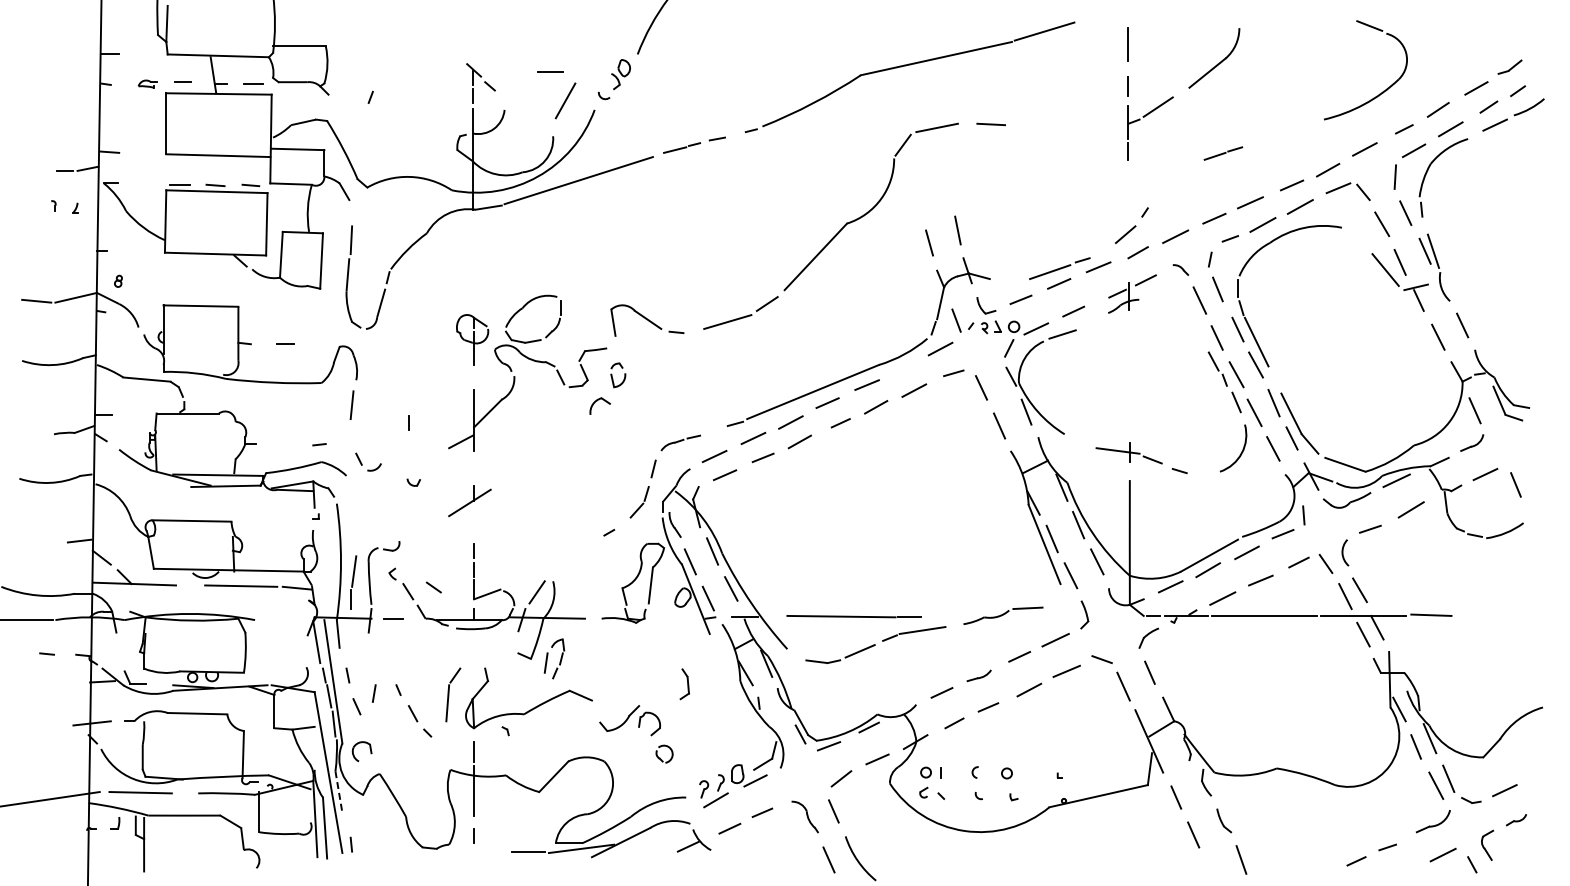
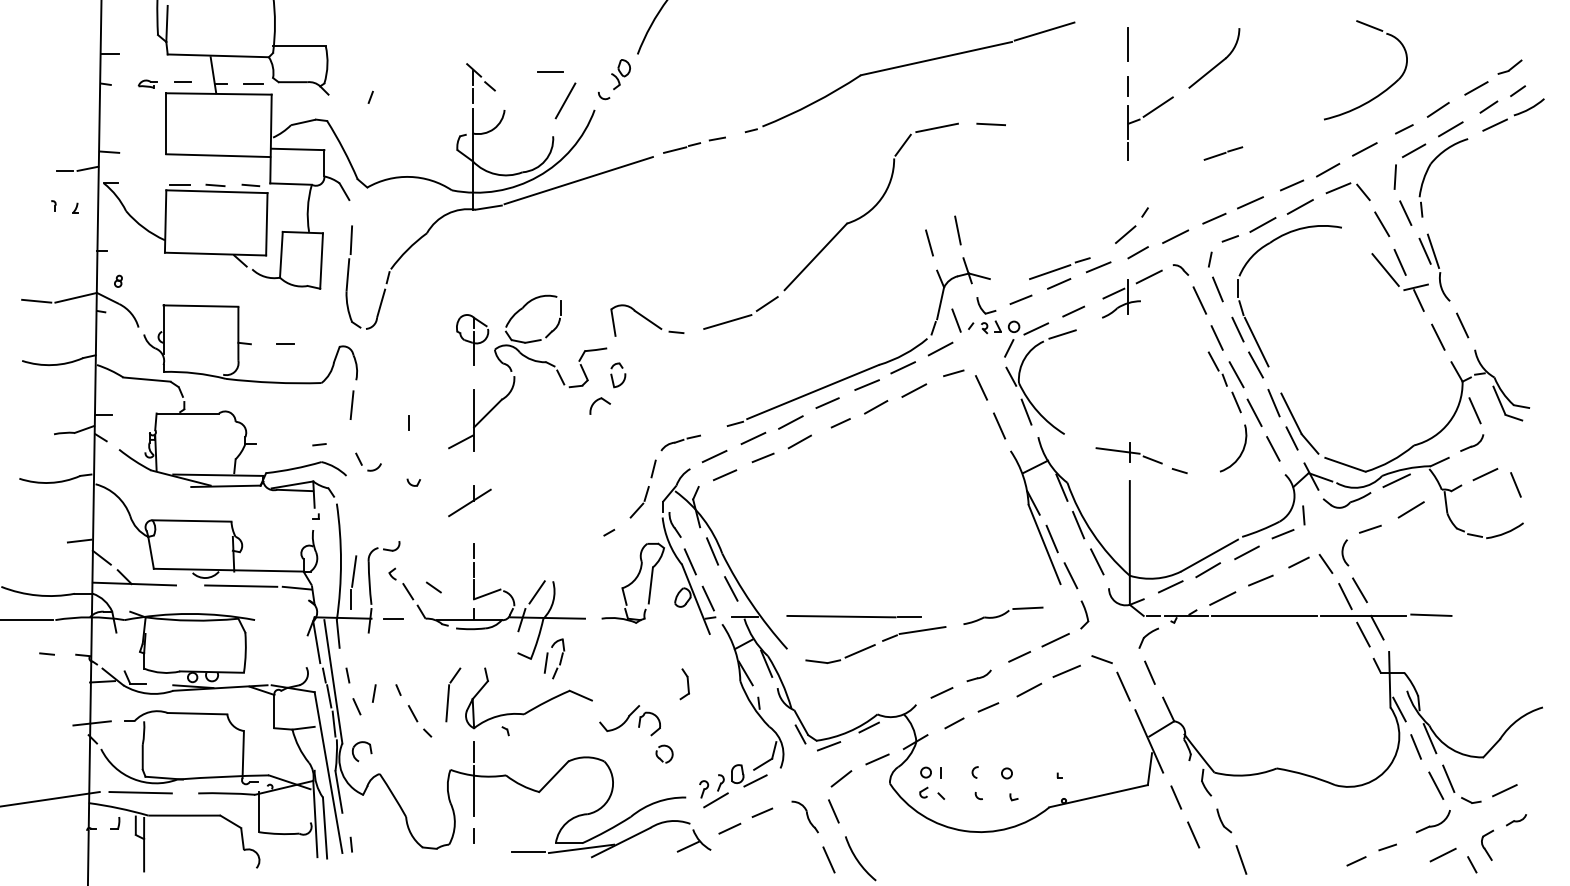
part at (1132, 293) size: 49x40 px -> 61x50 px
line at (902, 367): none -> present
line at (339, 792): dashed -> solid
